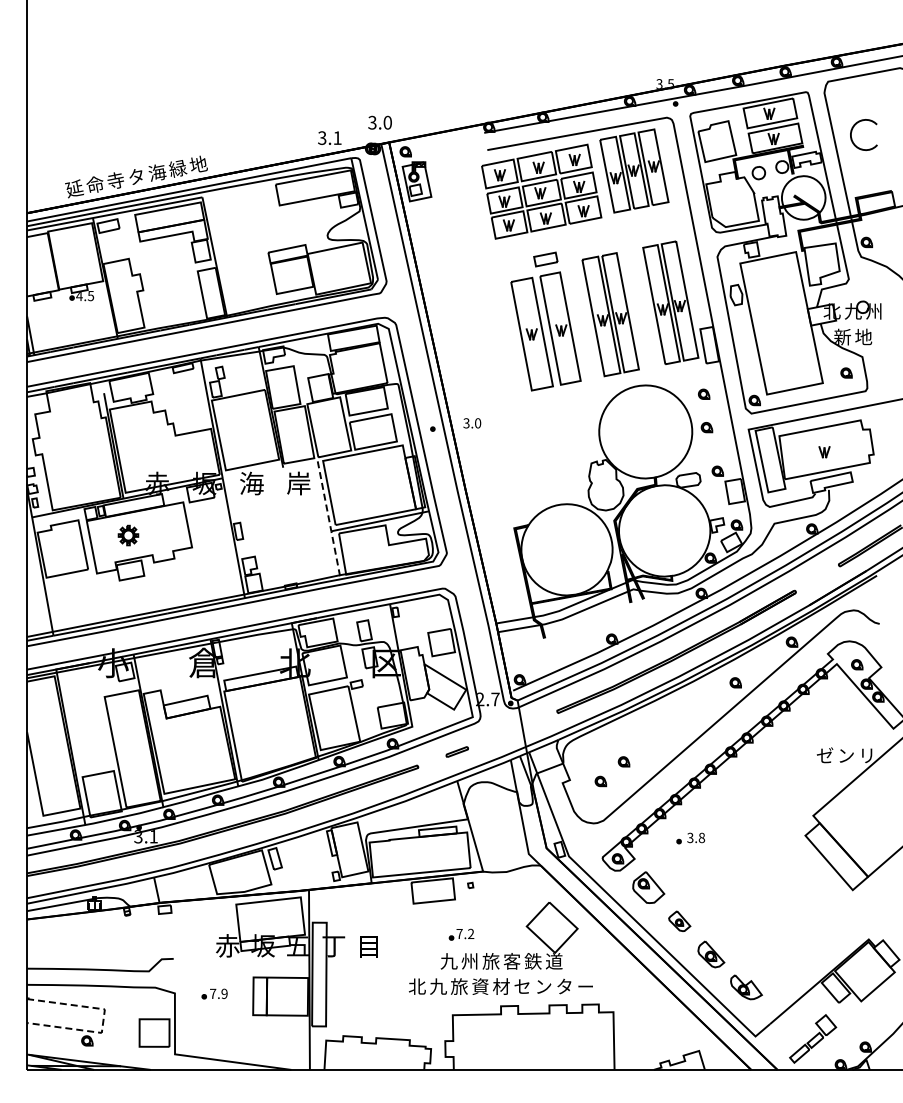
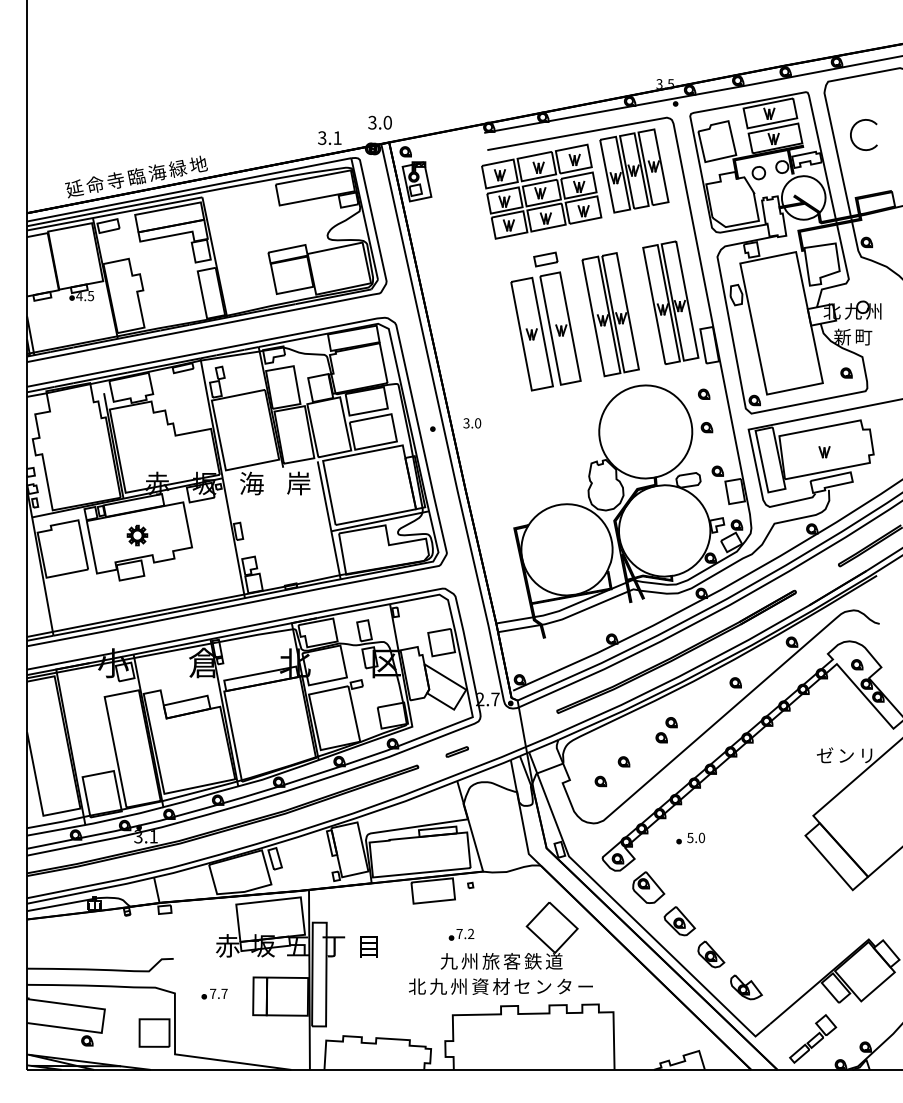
text at (136, 176): タ -> 臨
text at (863, 336): 地 -> 町
line at (329, 521): dashed -> solid
part at (128, 535) position: (128, 535) -> (137, 535)
part at (666, 730): none -> present
text at (696, 837): 3.8 -> 5.0
part at (679, 920) size: 24x22 px -> 33x31 px
text at (459, 986): 旅 -> 州
text at (224, 993): 7.9 -> 7.7
line at (103, 1020): dashed -> solid
